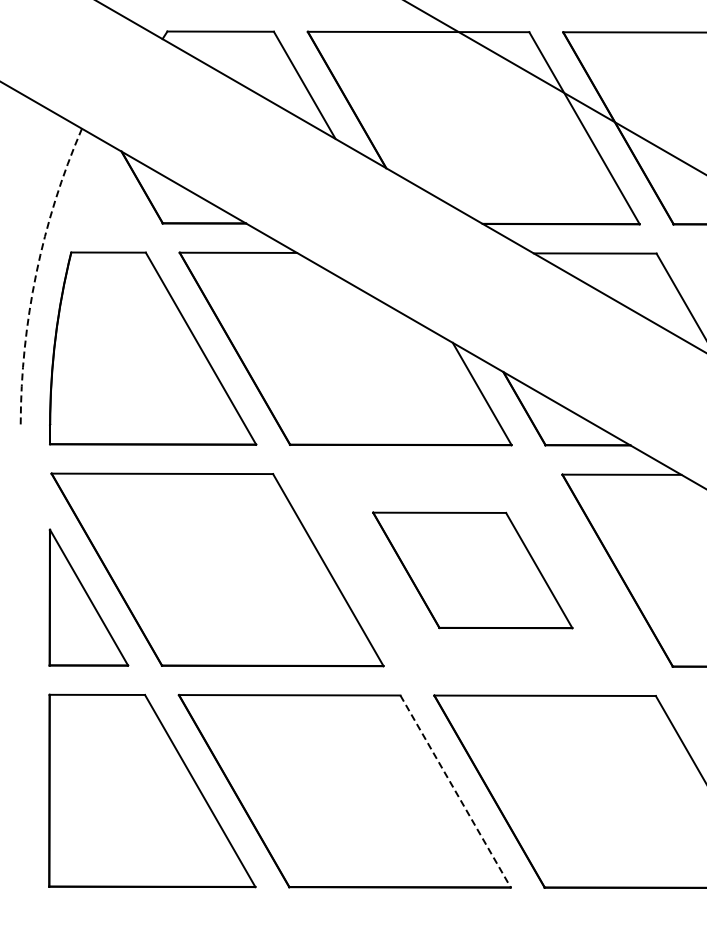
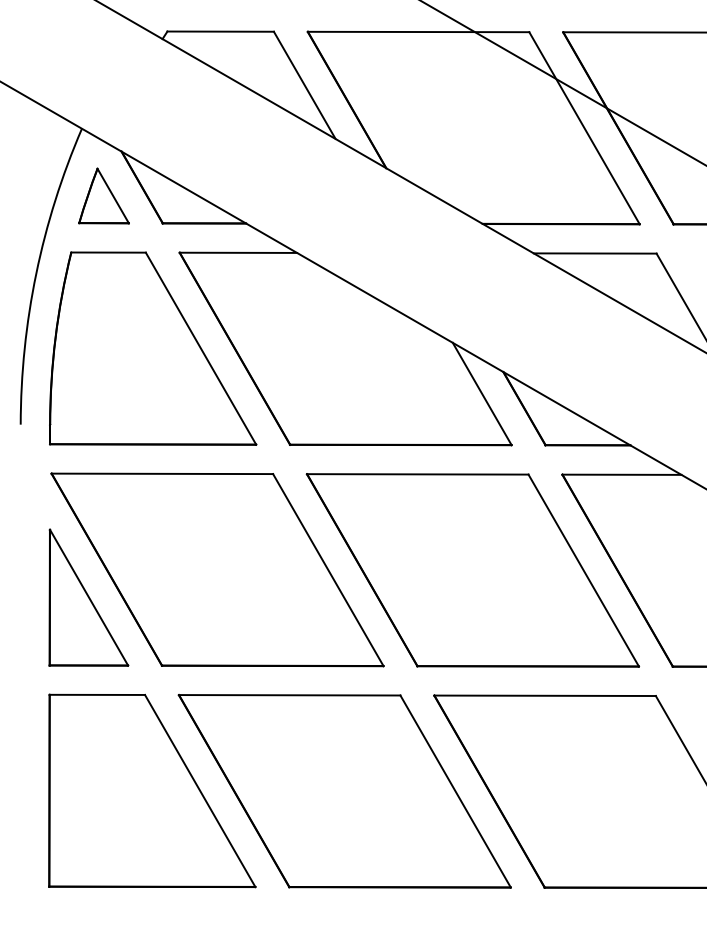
line at (555, 87) position: (555, 87) -> (563, 83)
part at (103, 195): none -> present
arc at (36, 273): dashed -> solid
part at (472, 570) size: 202x119 px -> 335x195 px
line at (455, 791): dashed -> solid
